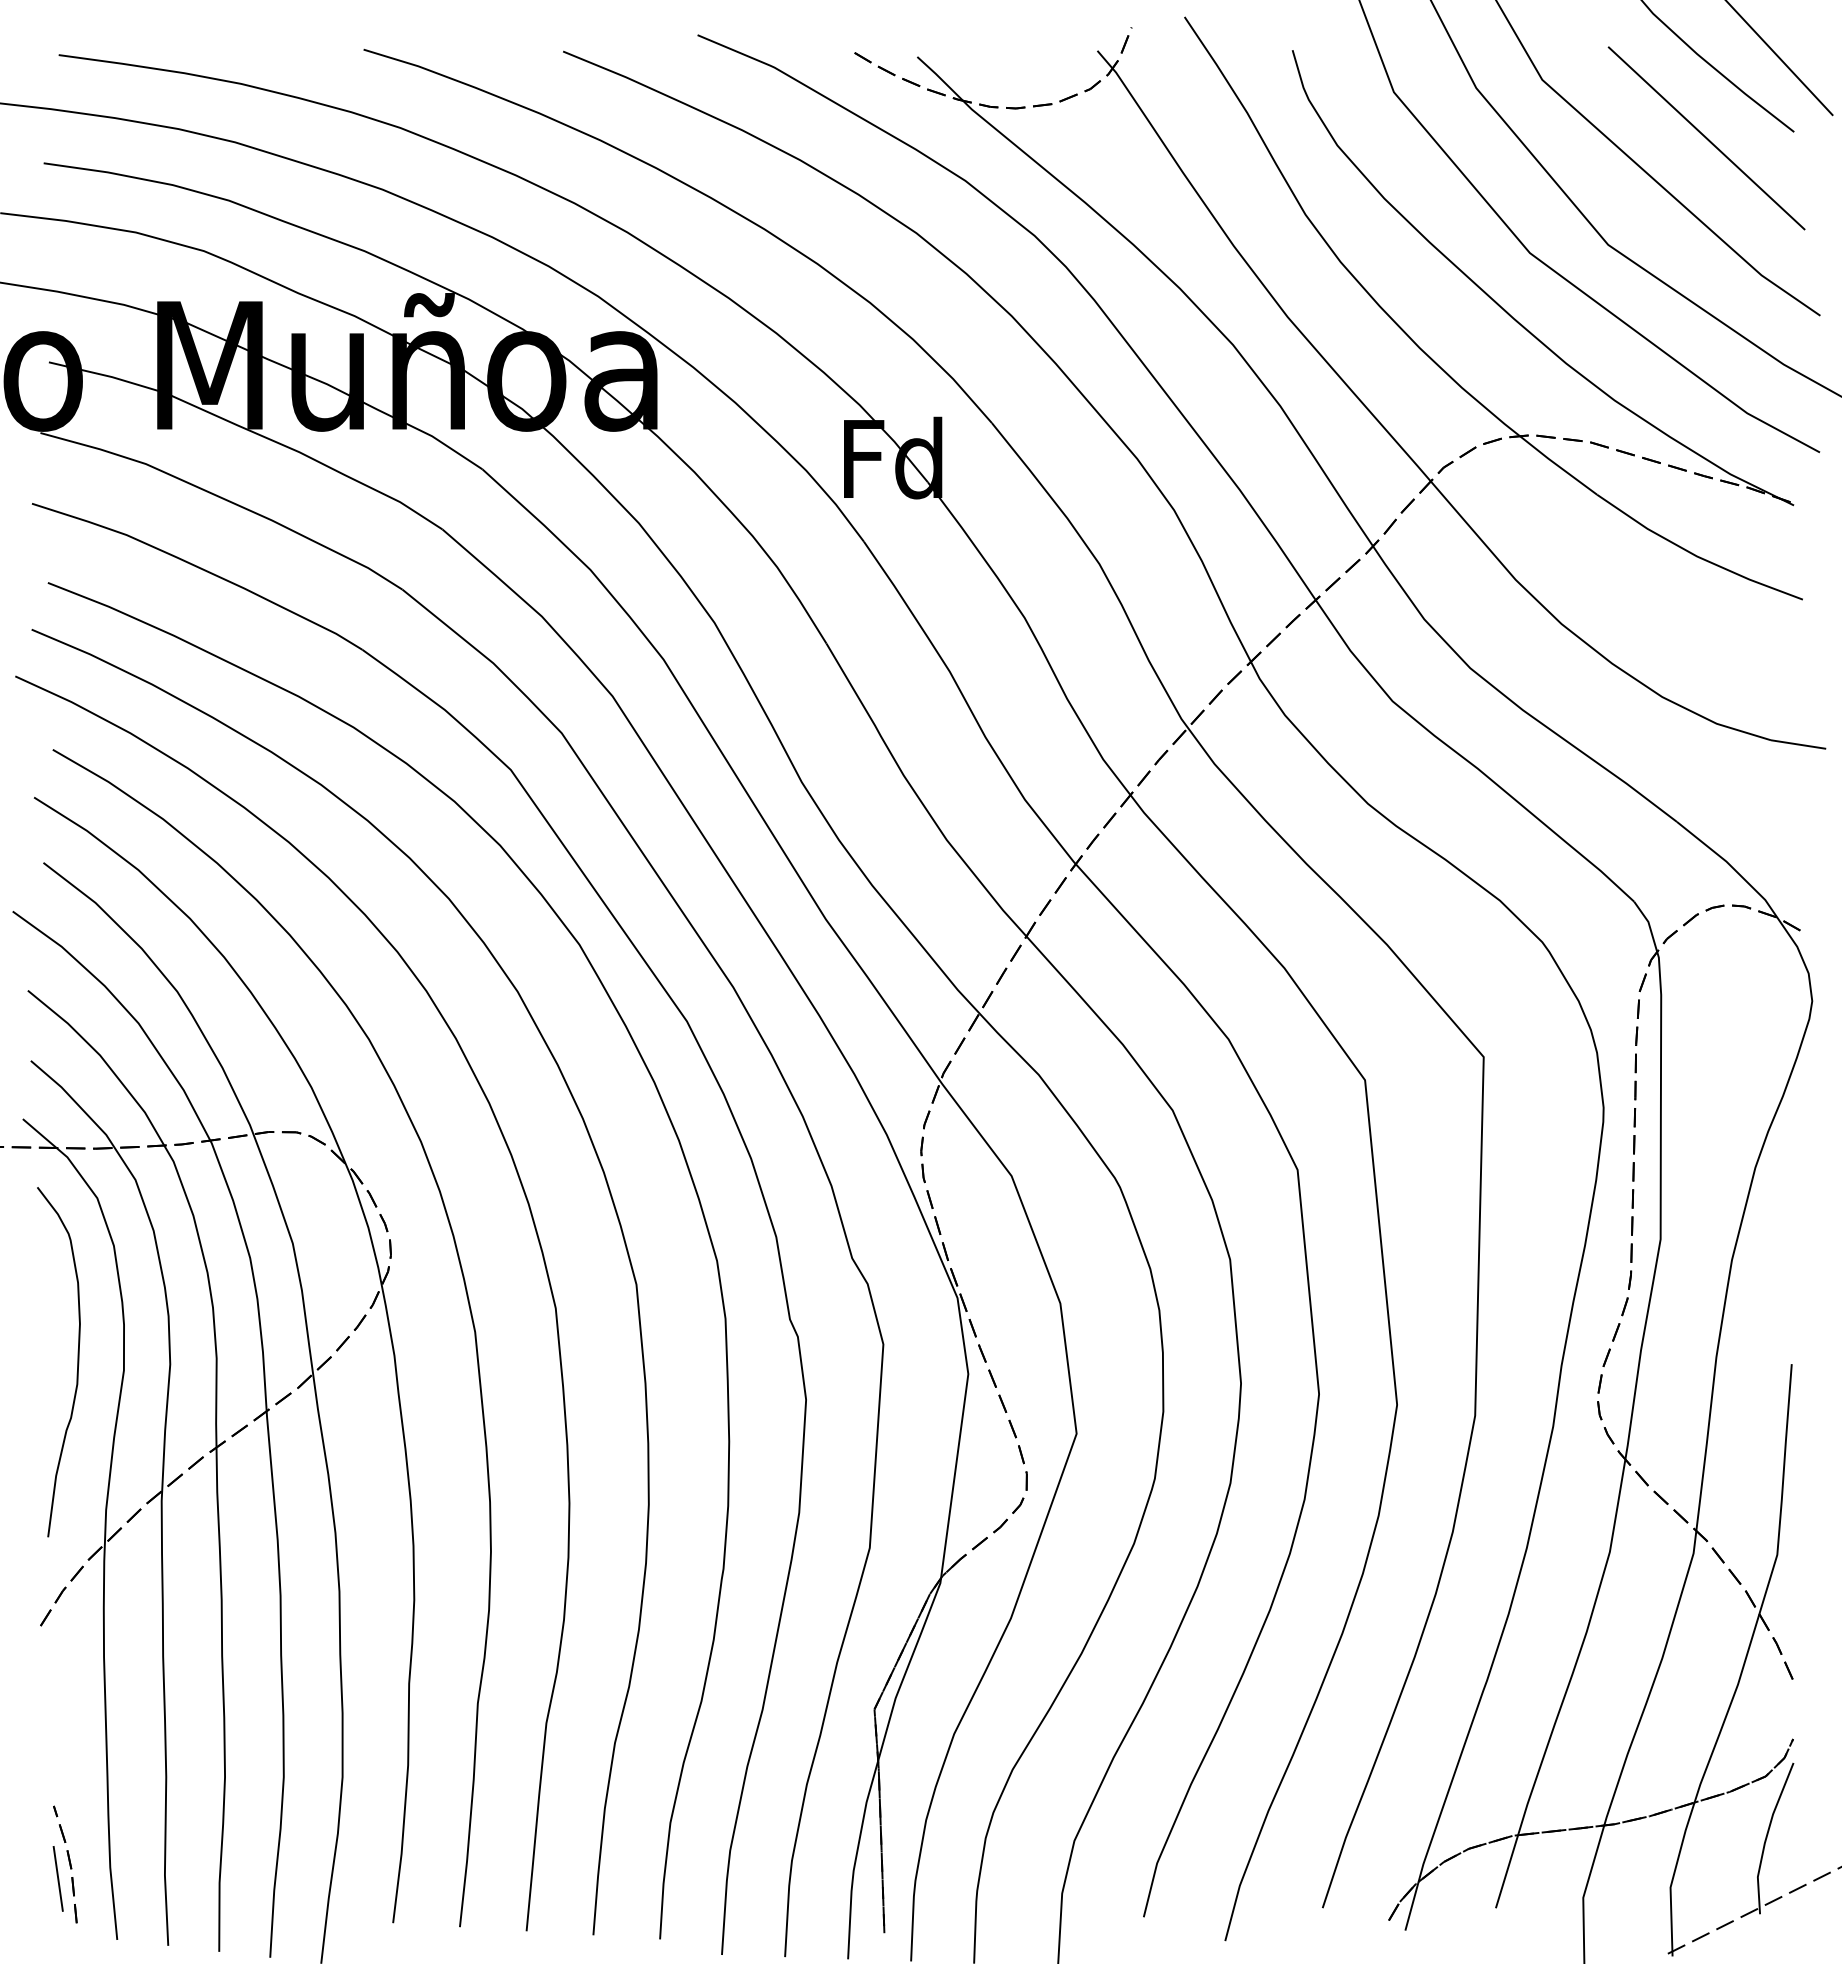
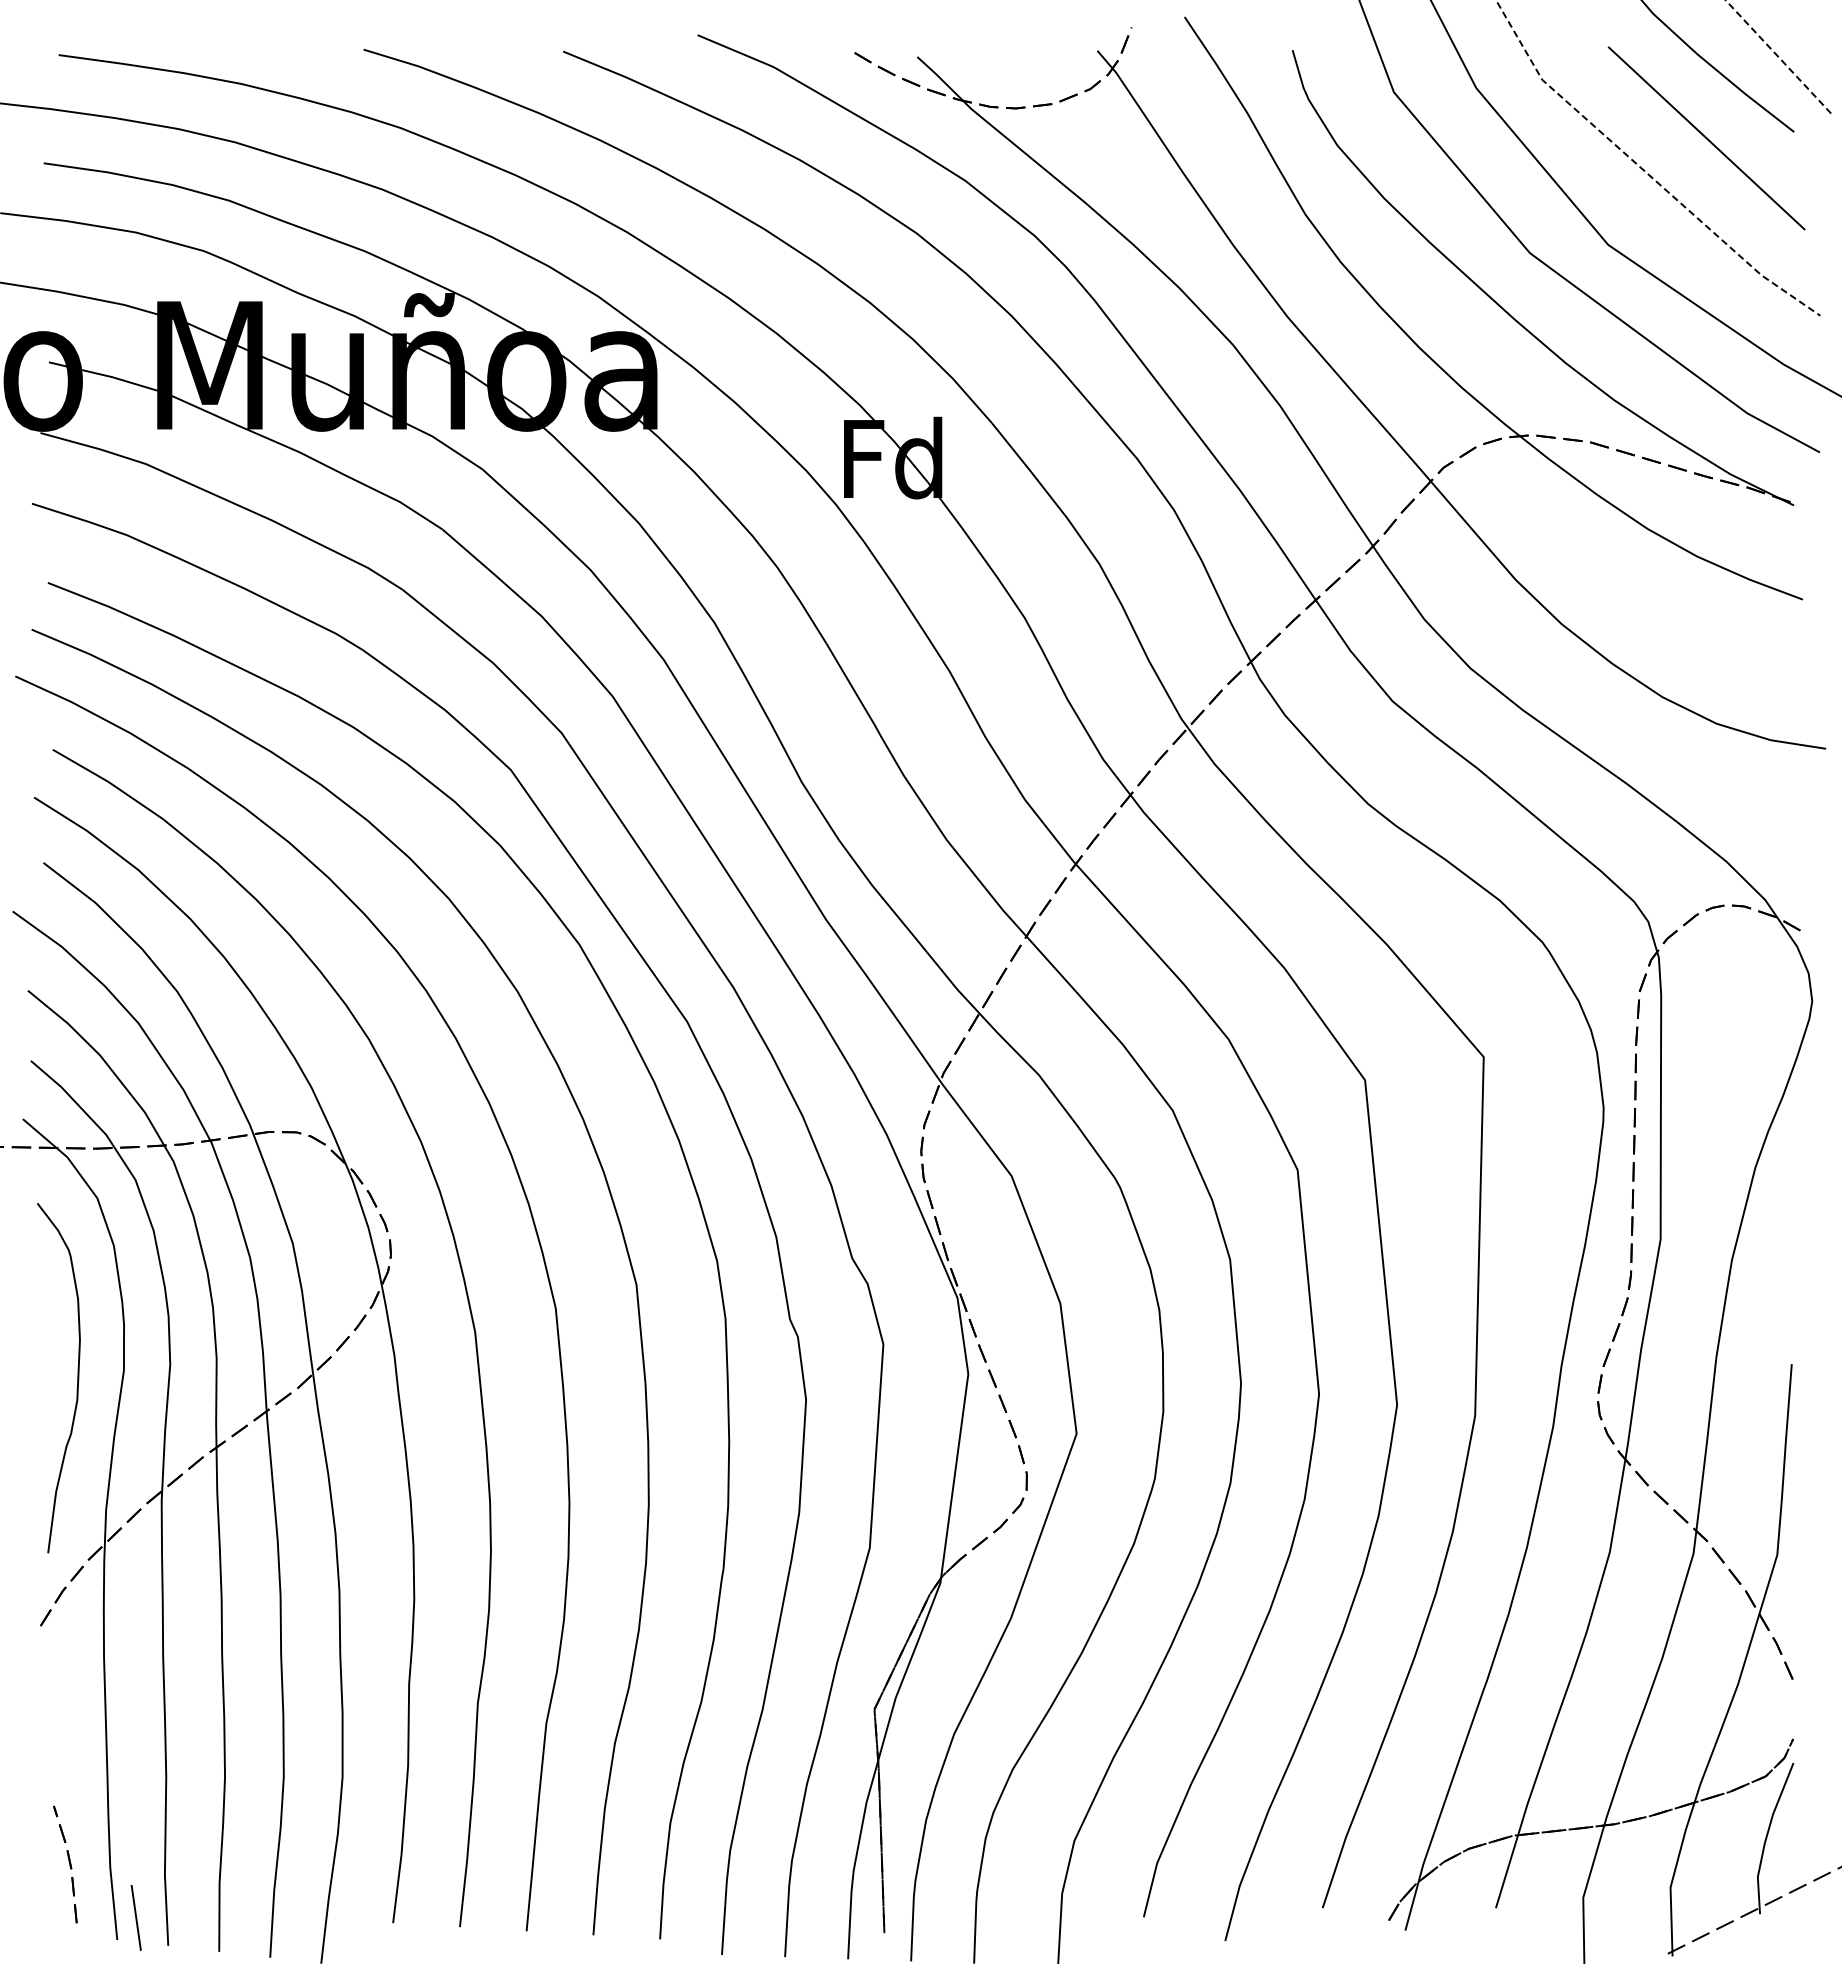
line at (1779, 57): solid -> dashed
line at (1644, 170): solid -> dashed
curve at (77, 1362) position: (77, 1362) -> (77, 1378)
line at (57, 1878) position: (57, 1878) -> (135, 1917)
